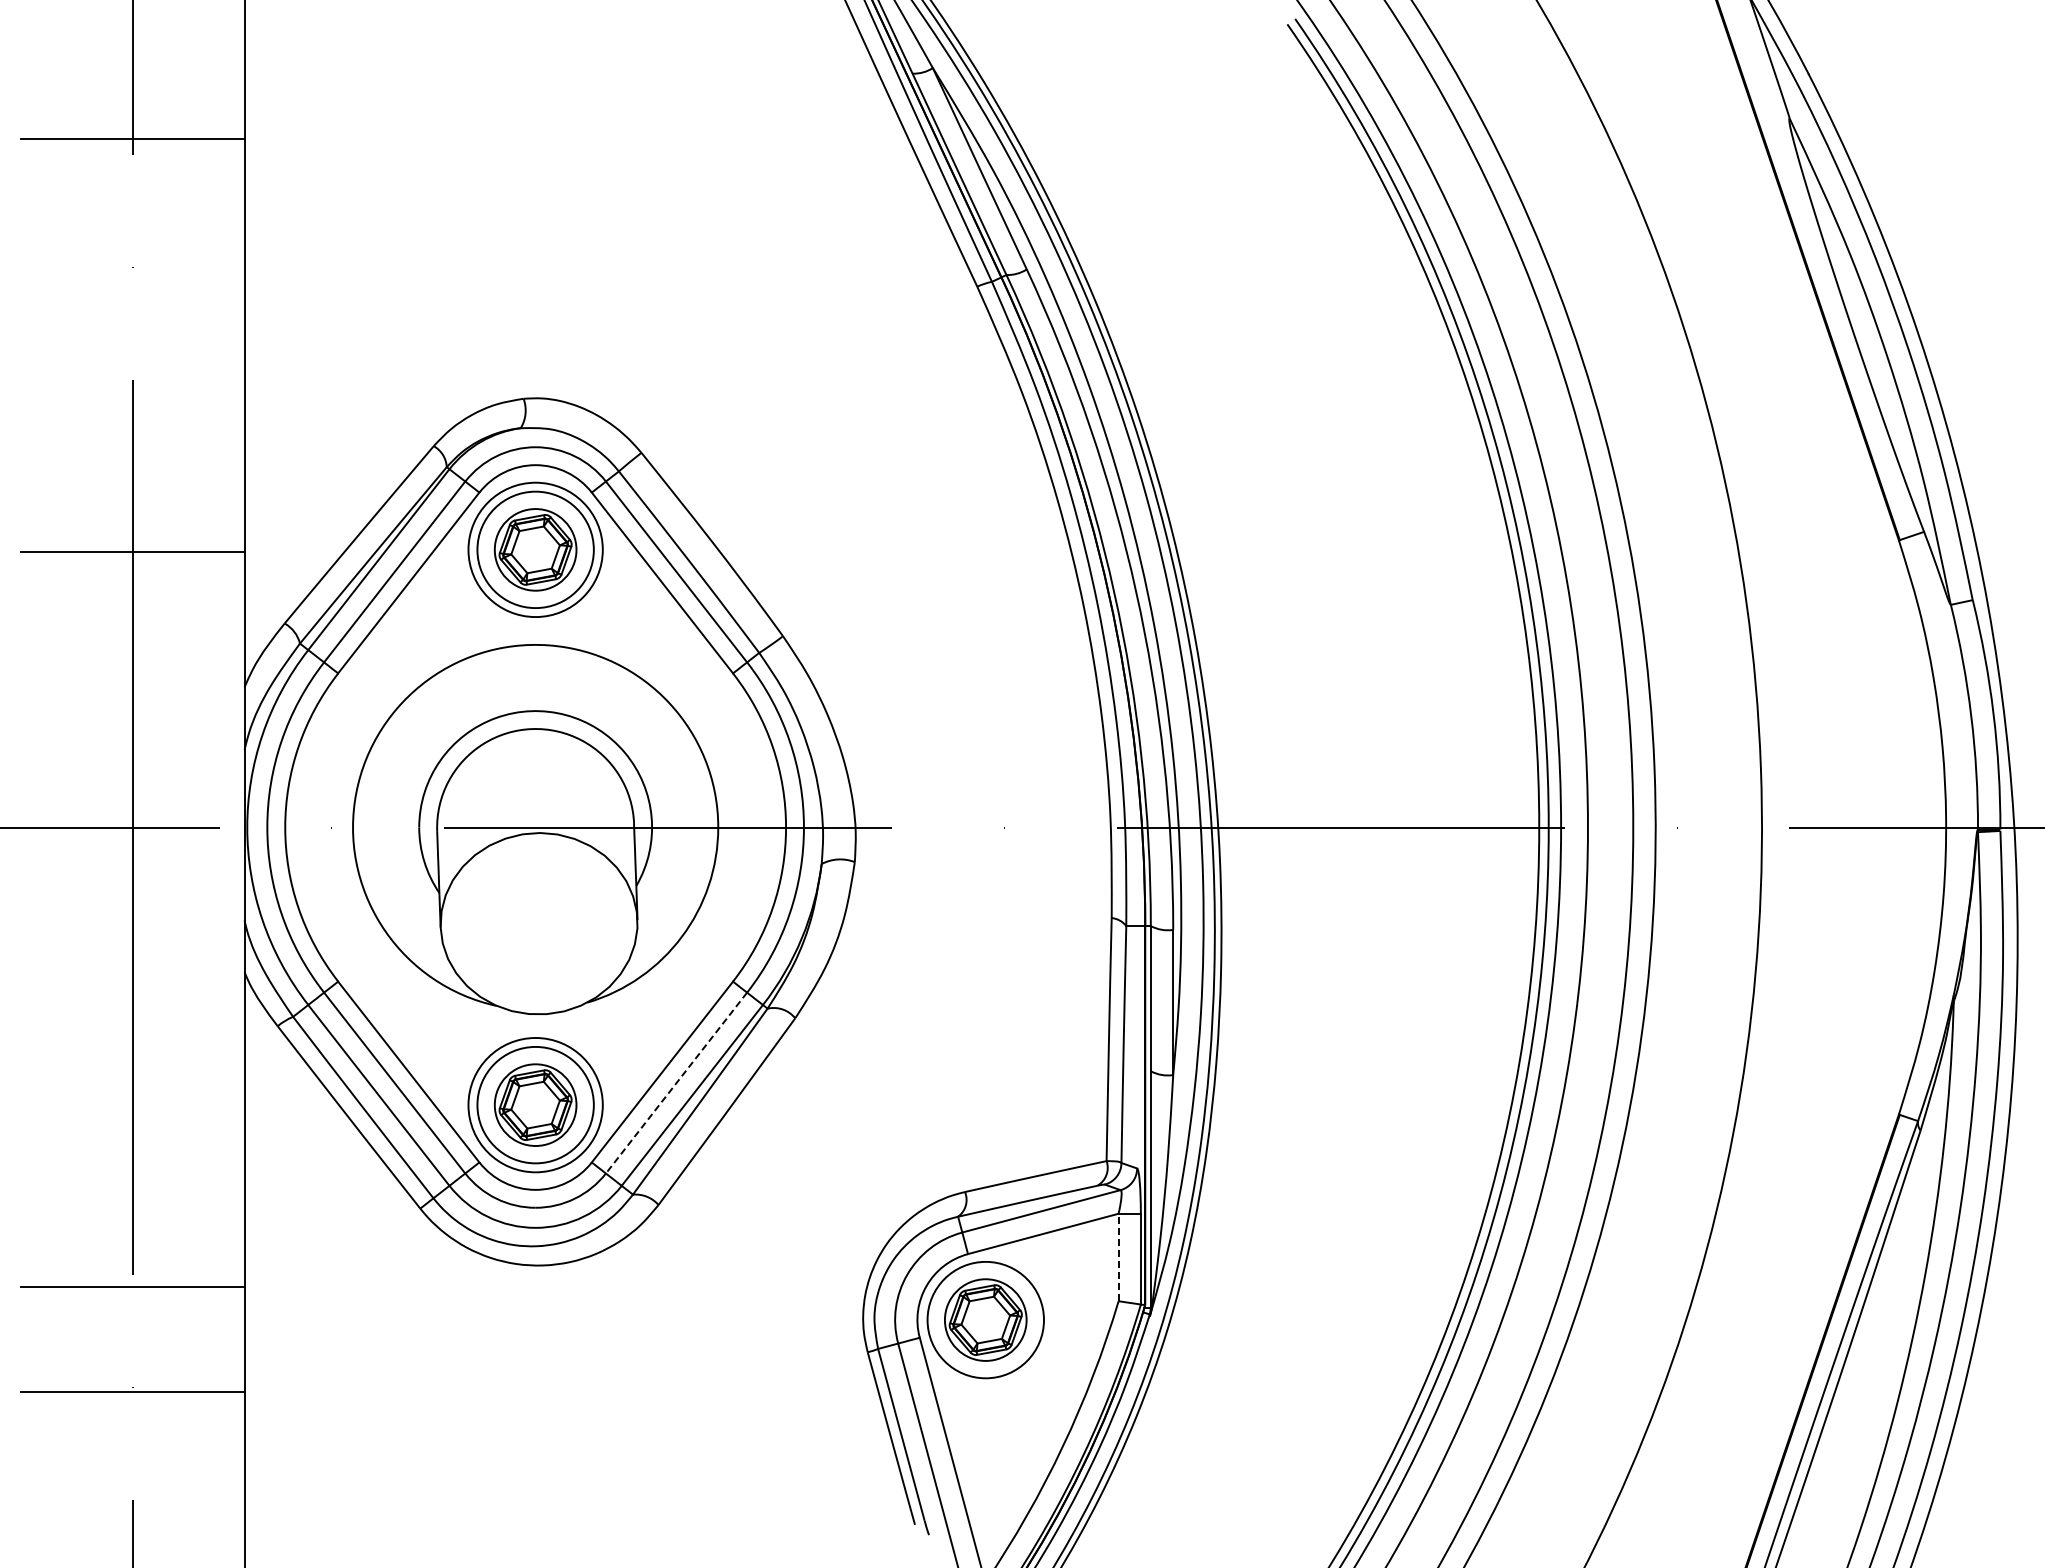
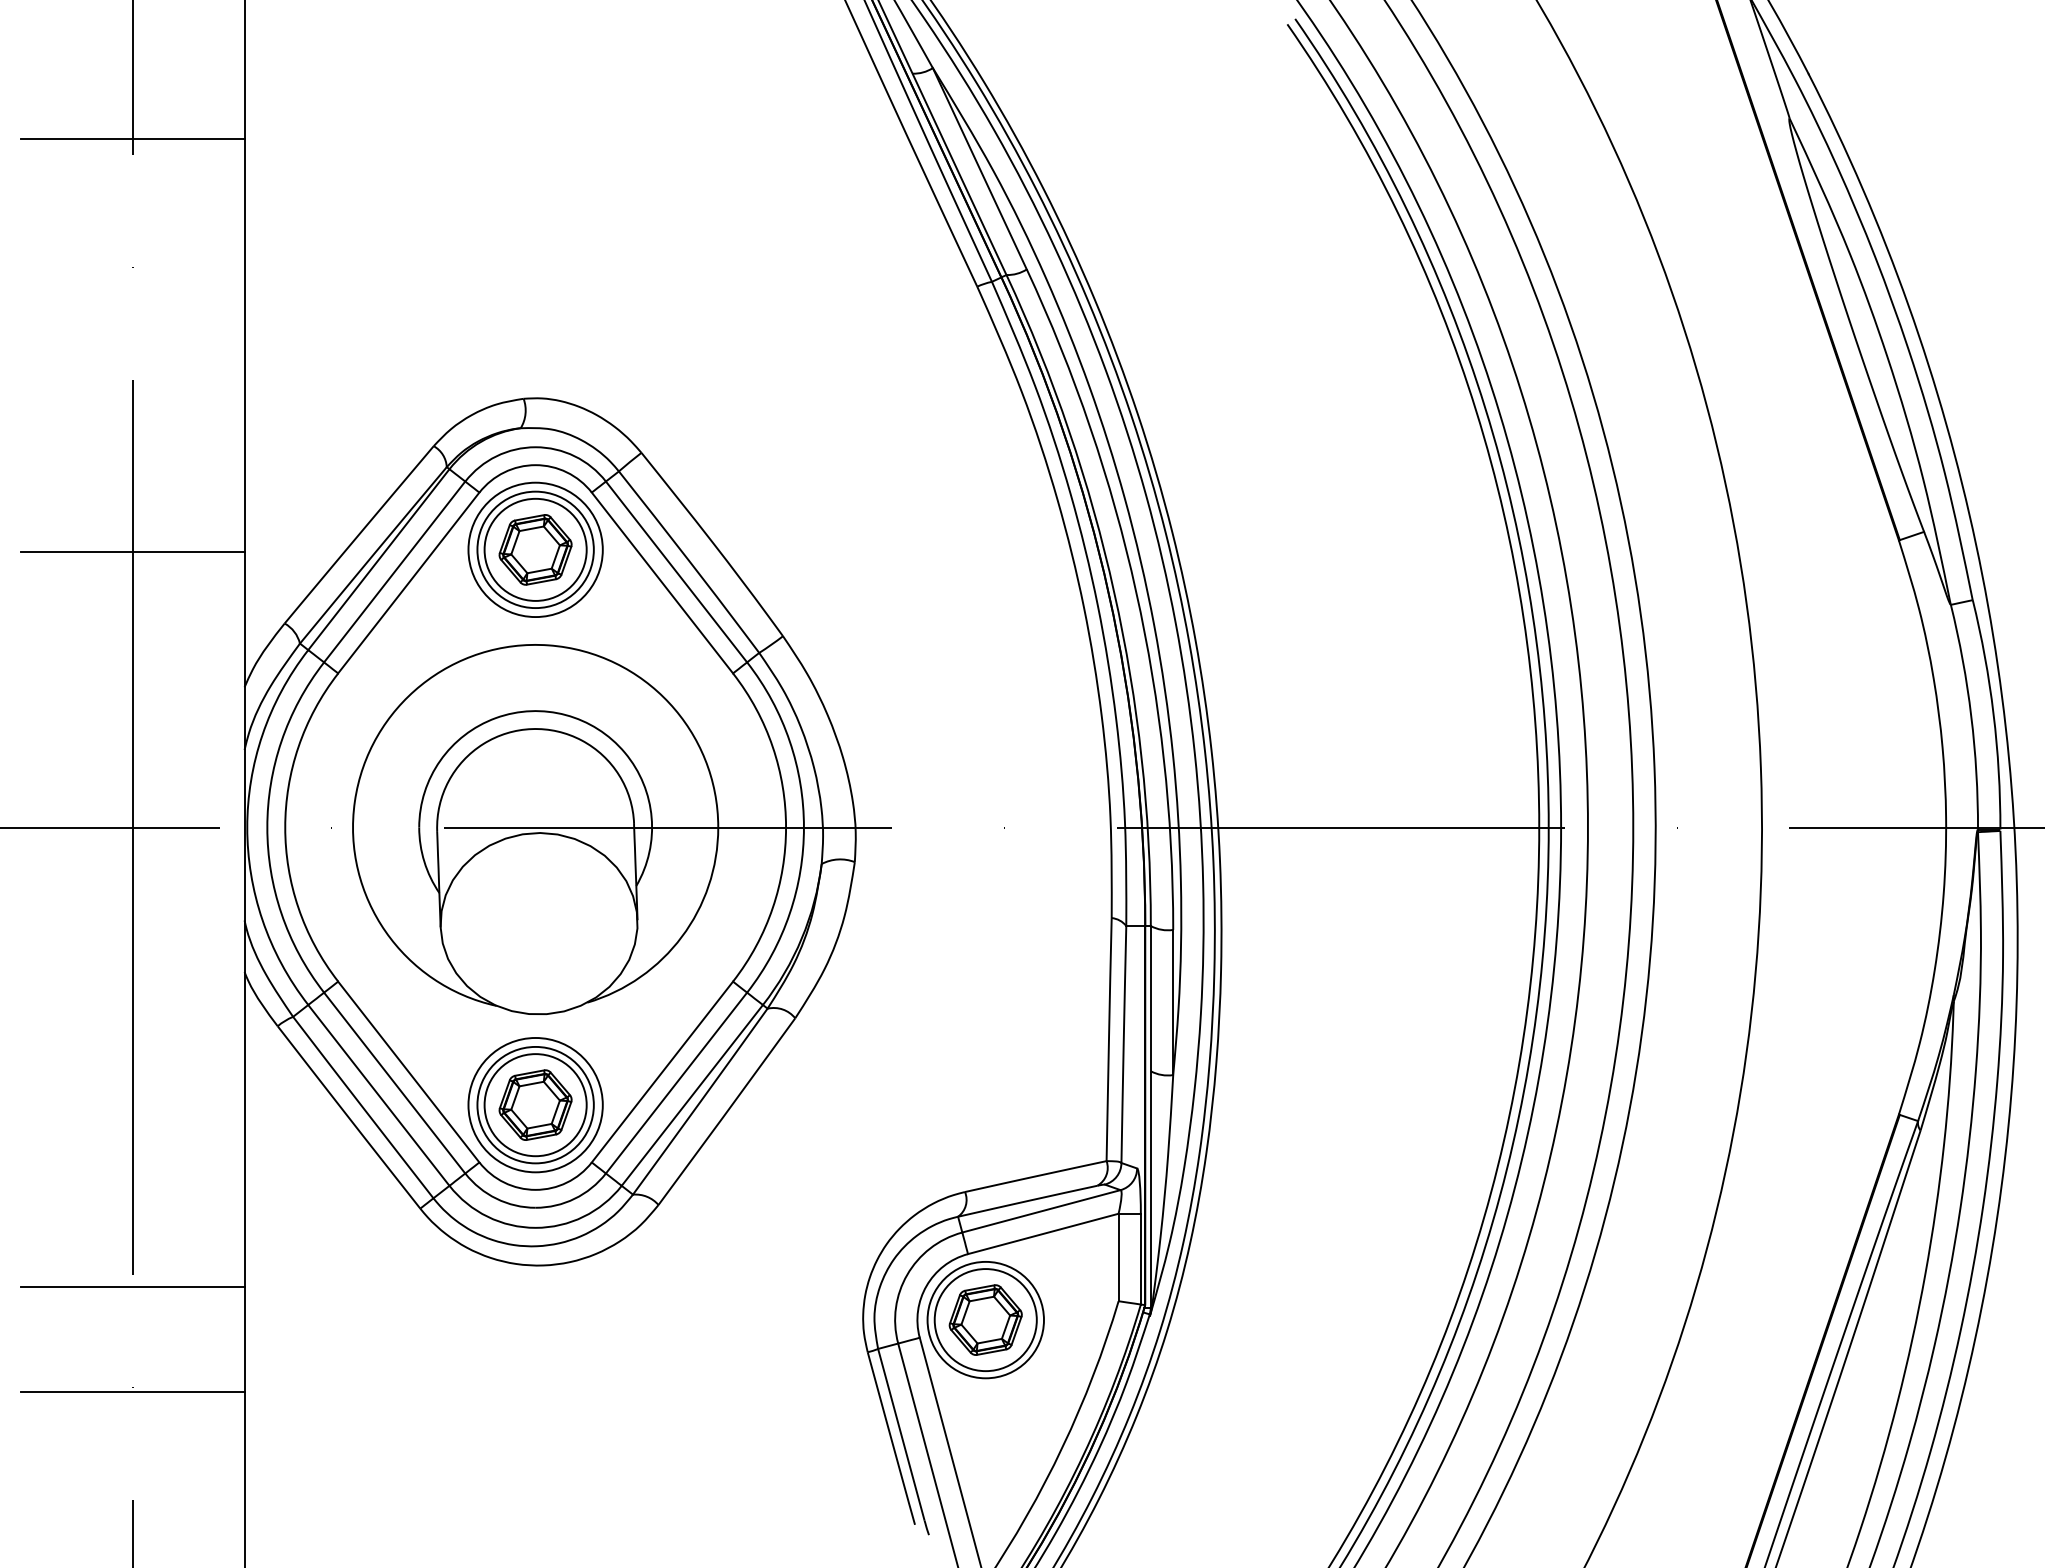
circle at (535, 549) diameter: 82 px -> 102 px
line at (676, 1083): dashed -> solid
circle at (535, 1105) diameter: 82 px -> 102 px
line at (1118, 1257): dashed -> solid
circle at (985, 1319) diameter: 82 px -> 102 px
